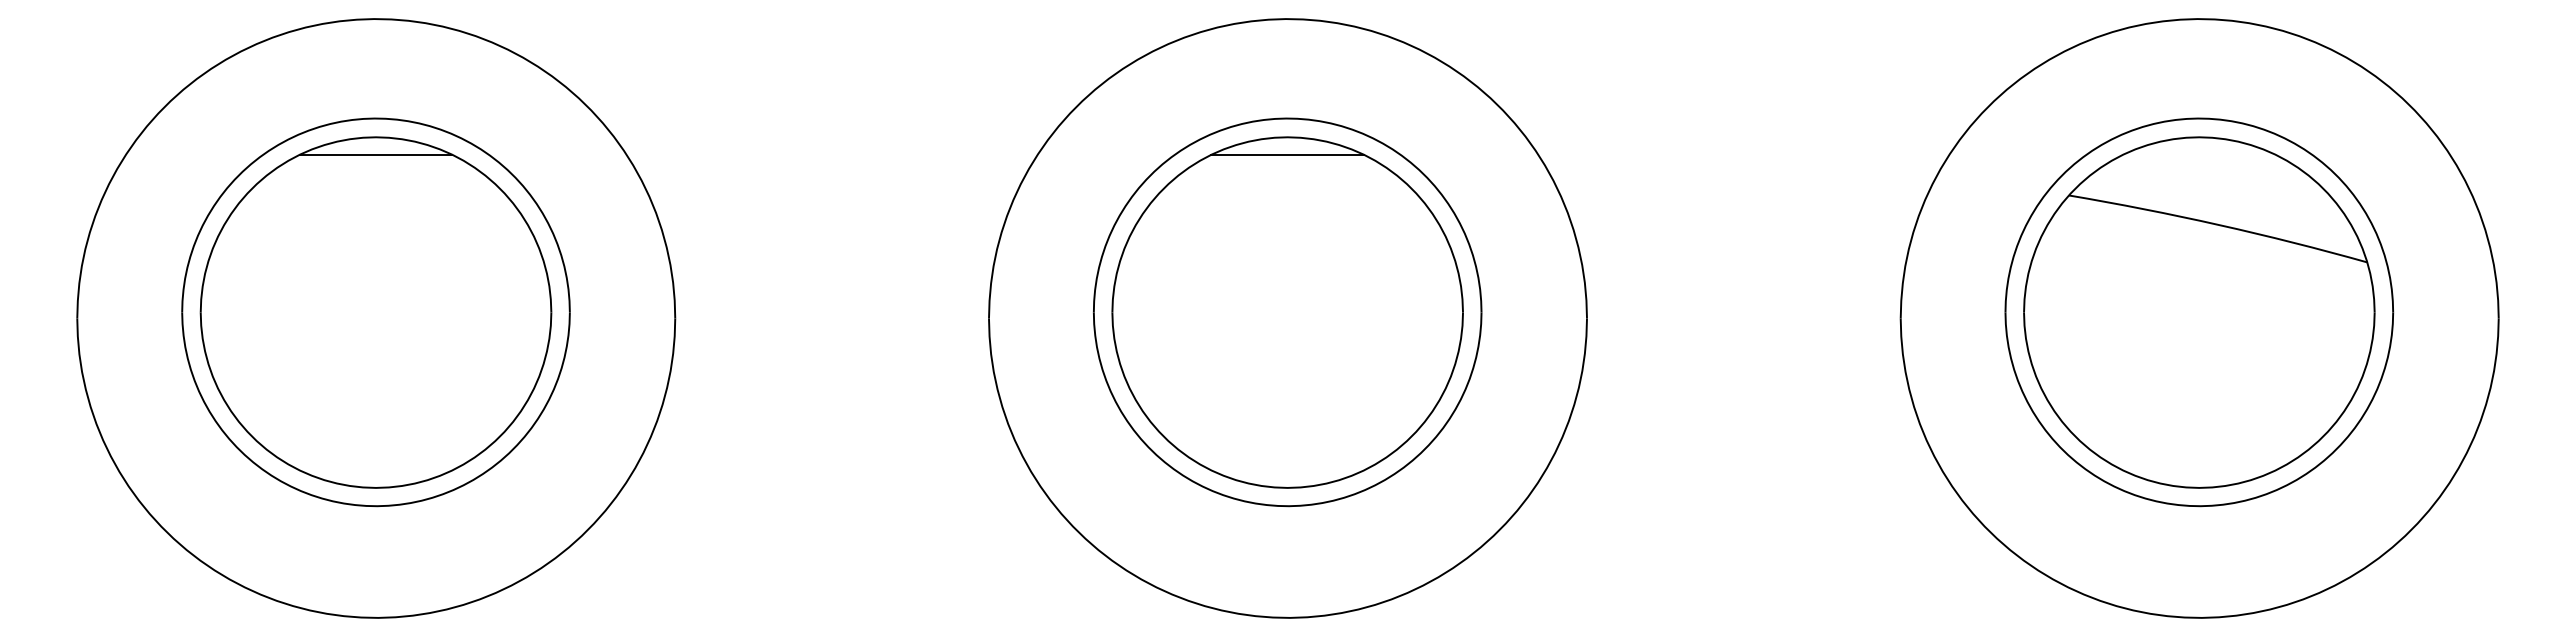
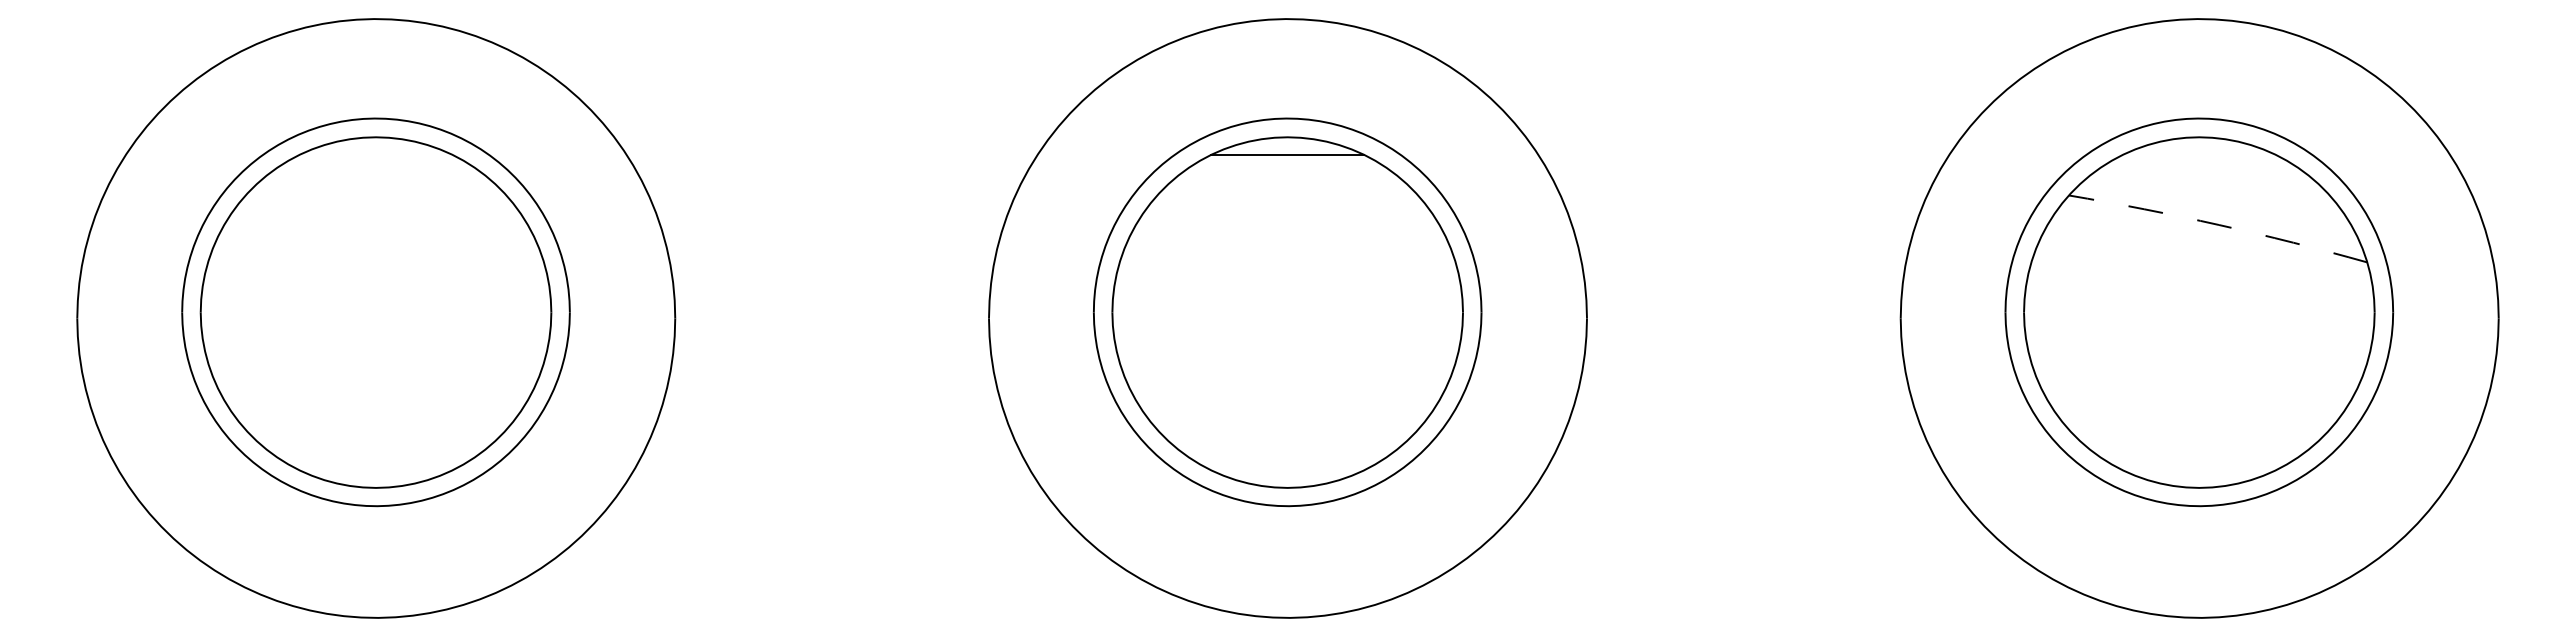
line at (375, 154): present -> none
arc at (2219, 225): solid -> dashed
